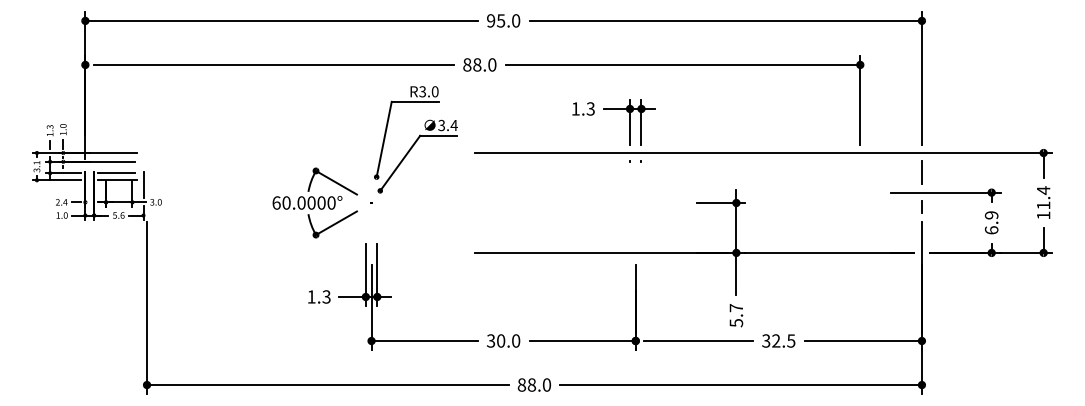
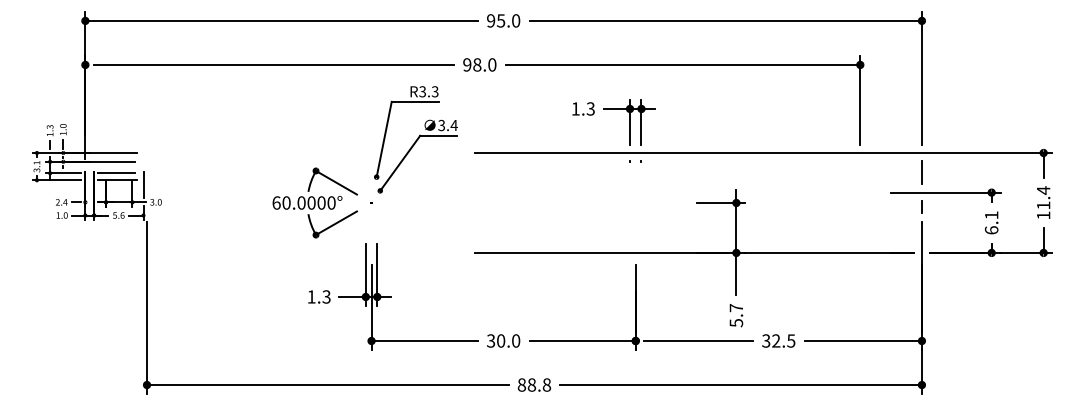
text at (467, 64): 88.0 -> 98.0
text at (434, 91): R3.0 -> R3.3
text at (991, 215): 6.9 -> 6.1
text at (546, 385): 88.0 -> 88.8
